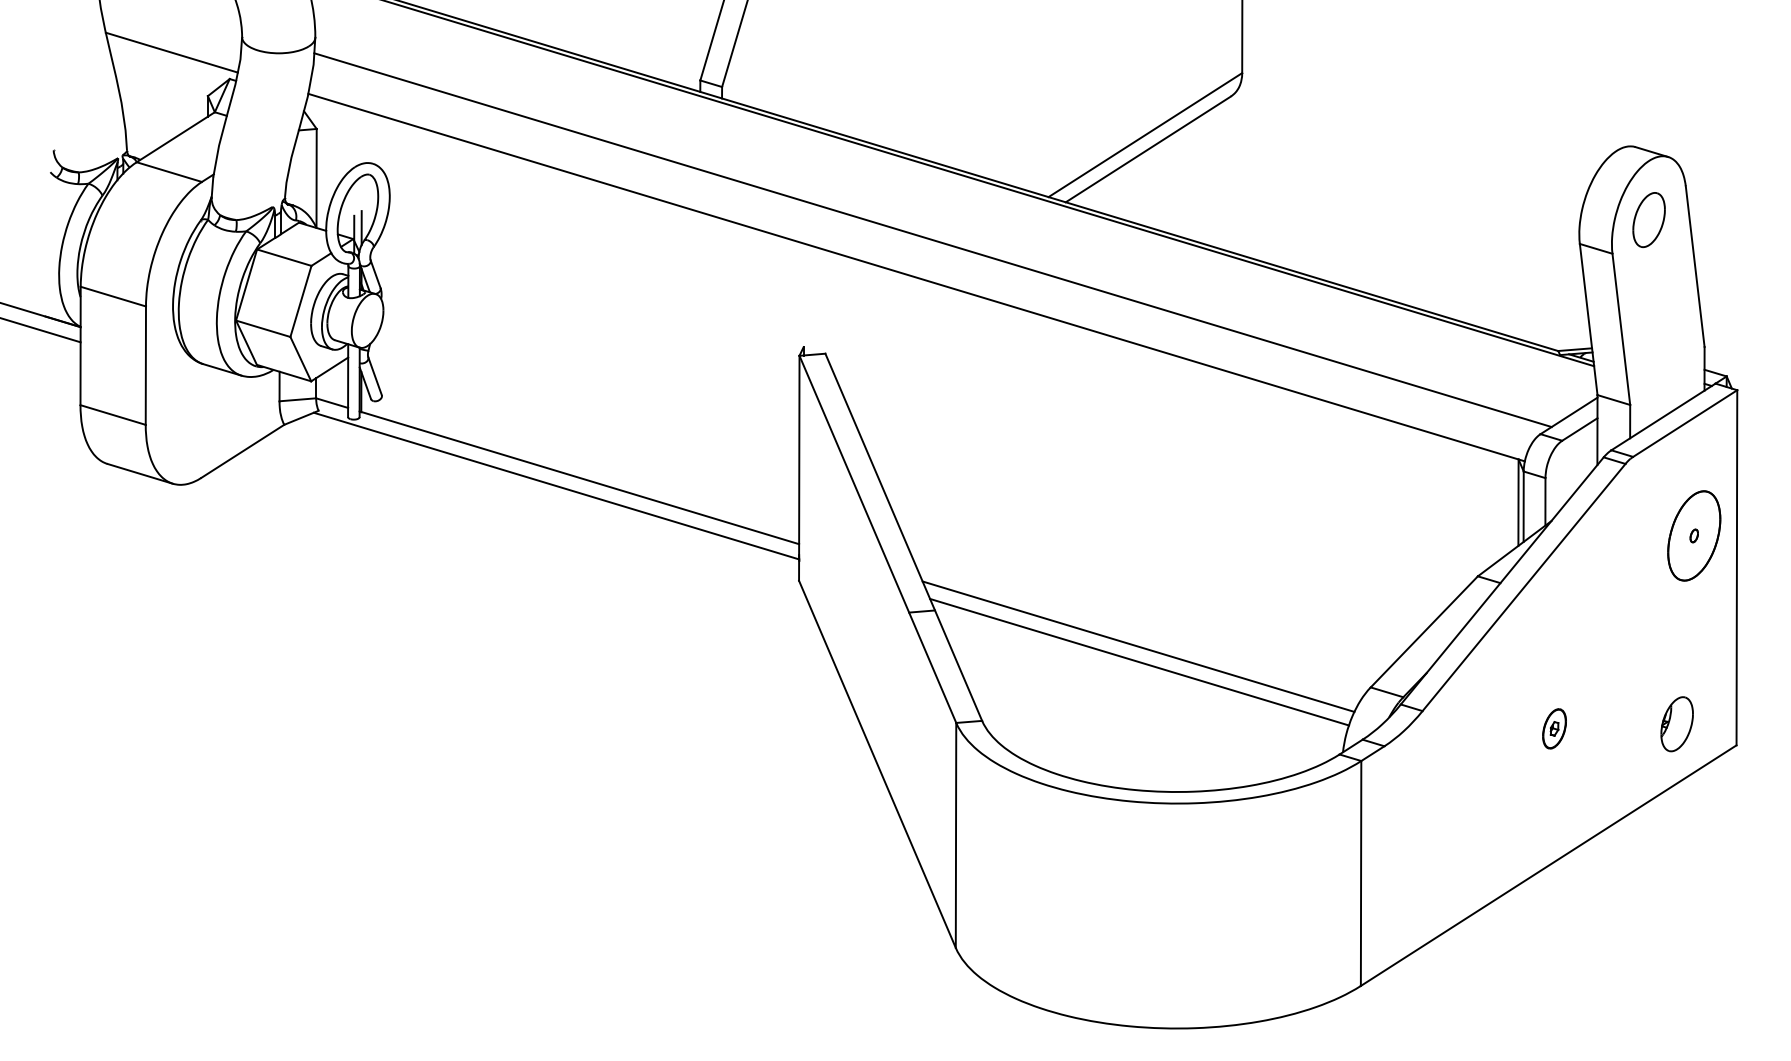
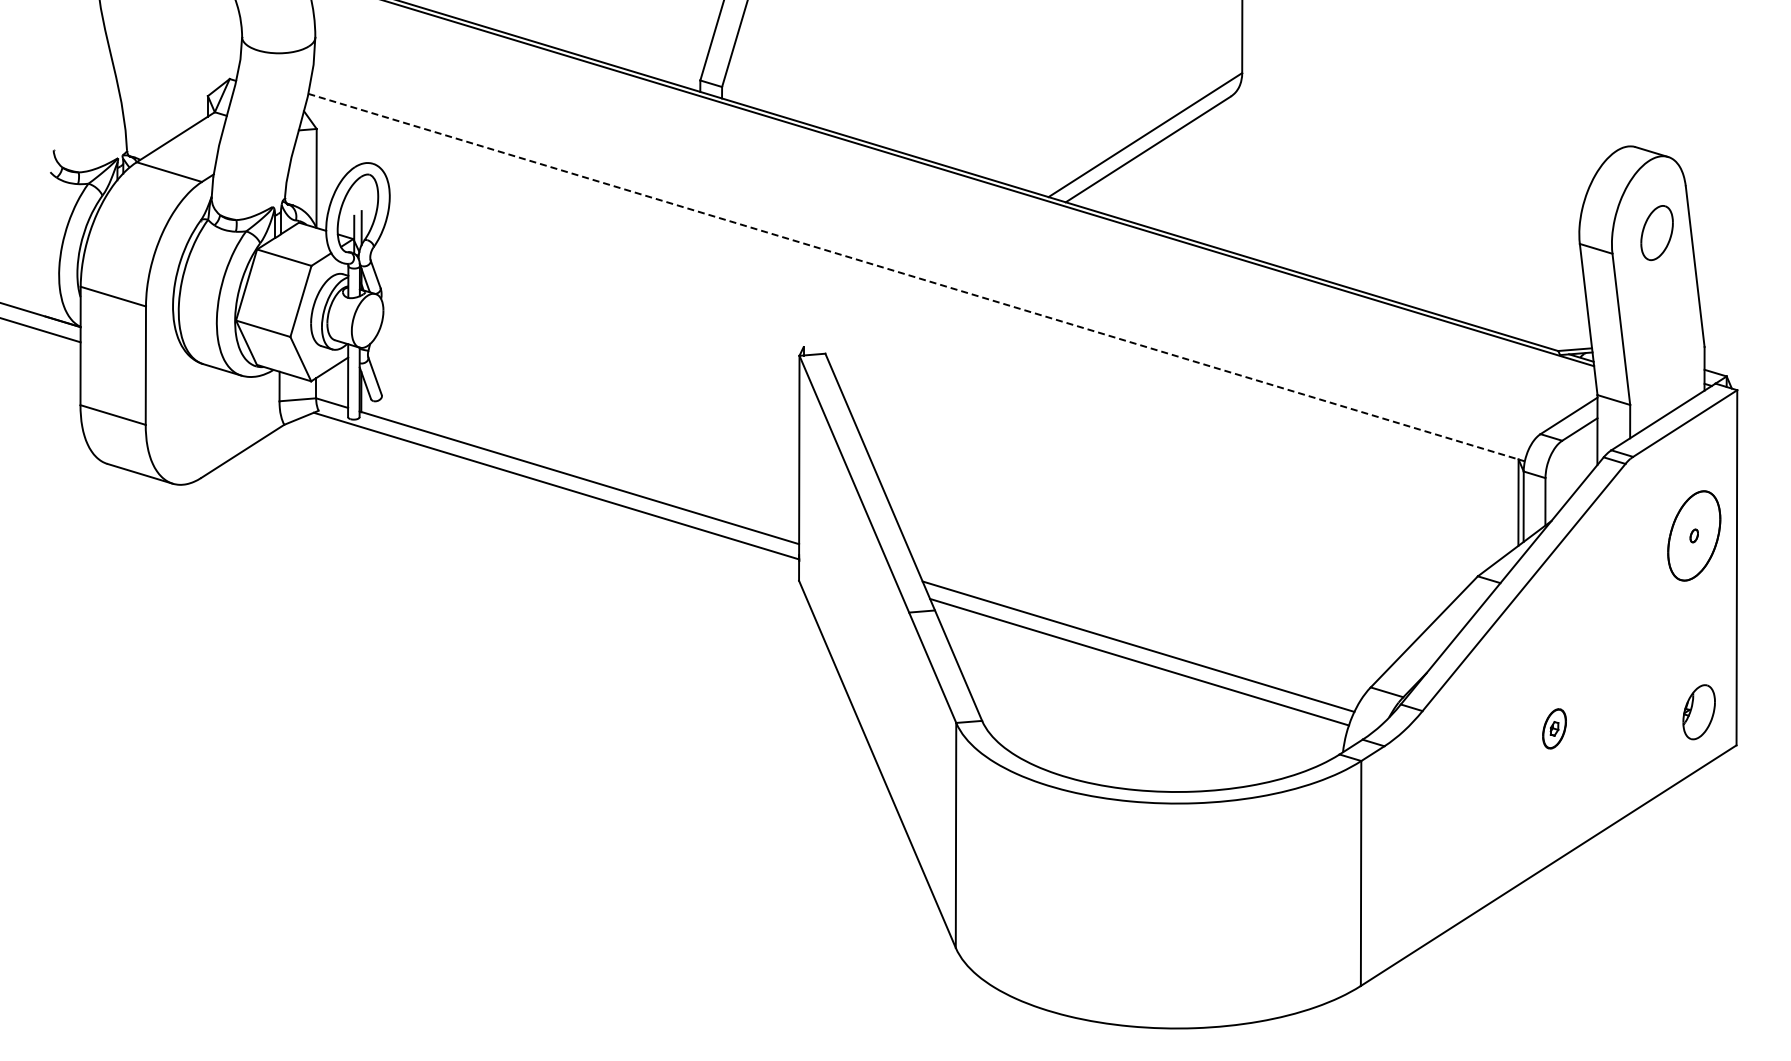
line at (171, 52): present -> none
part at (1648, 220) position: (1648, 220) -> (1656, 233)
line at (932, 240): present -> none
line at (917, 277): solid -> dashed
part at (1676, 724) position: (1676, 724) -> (1698, 712)
